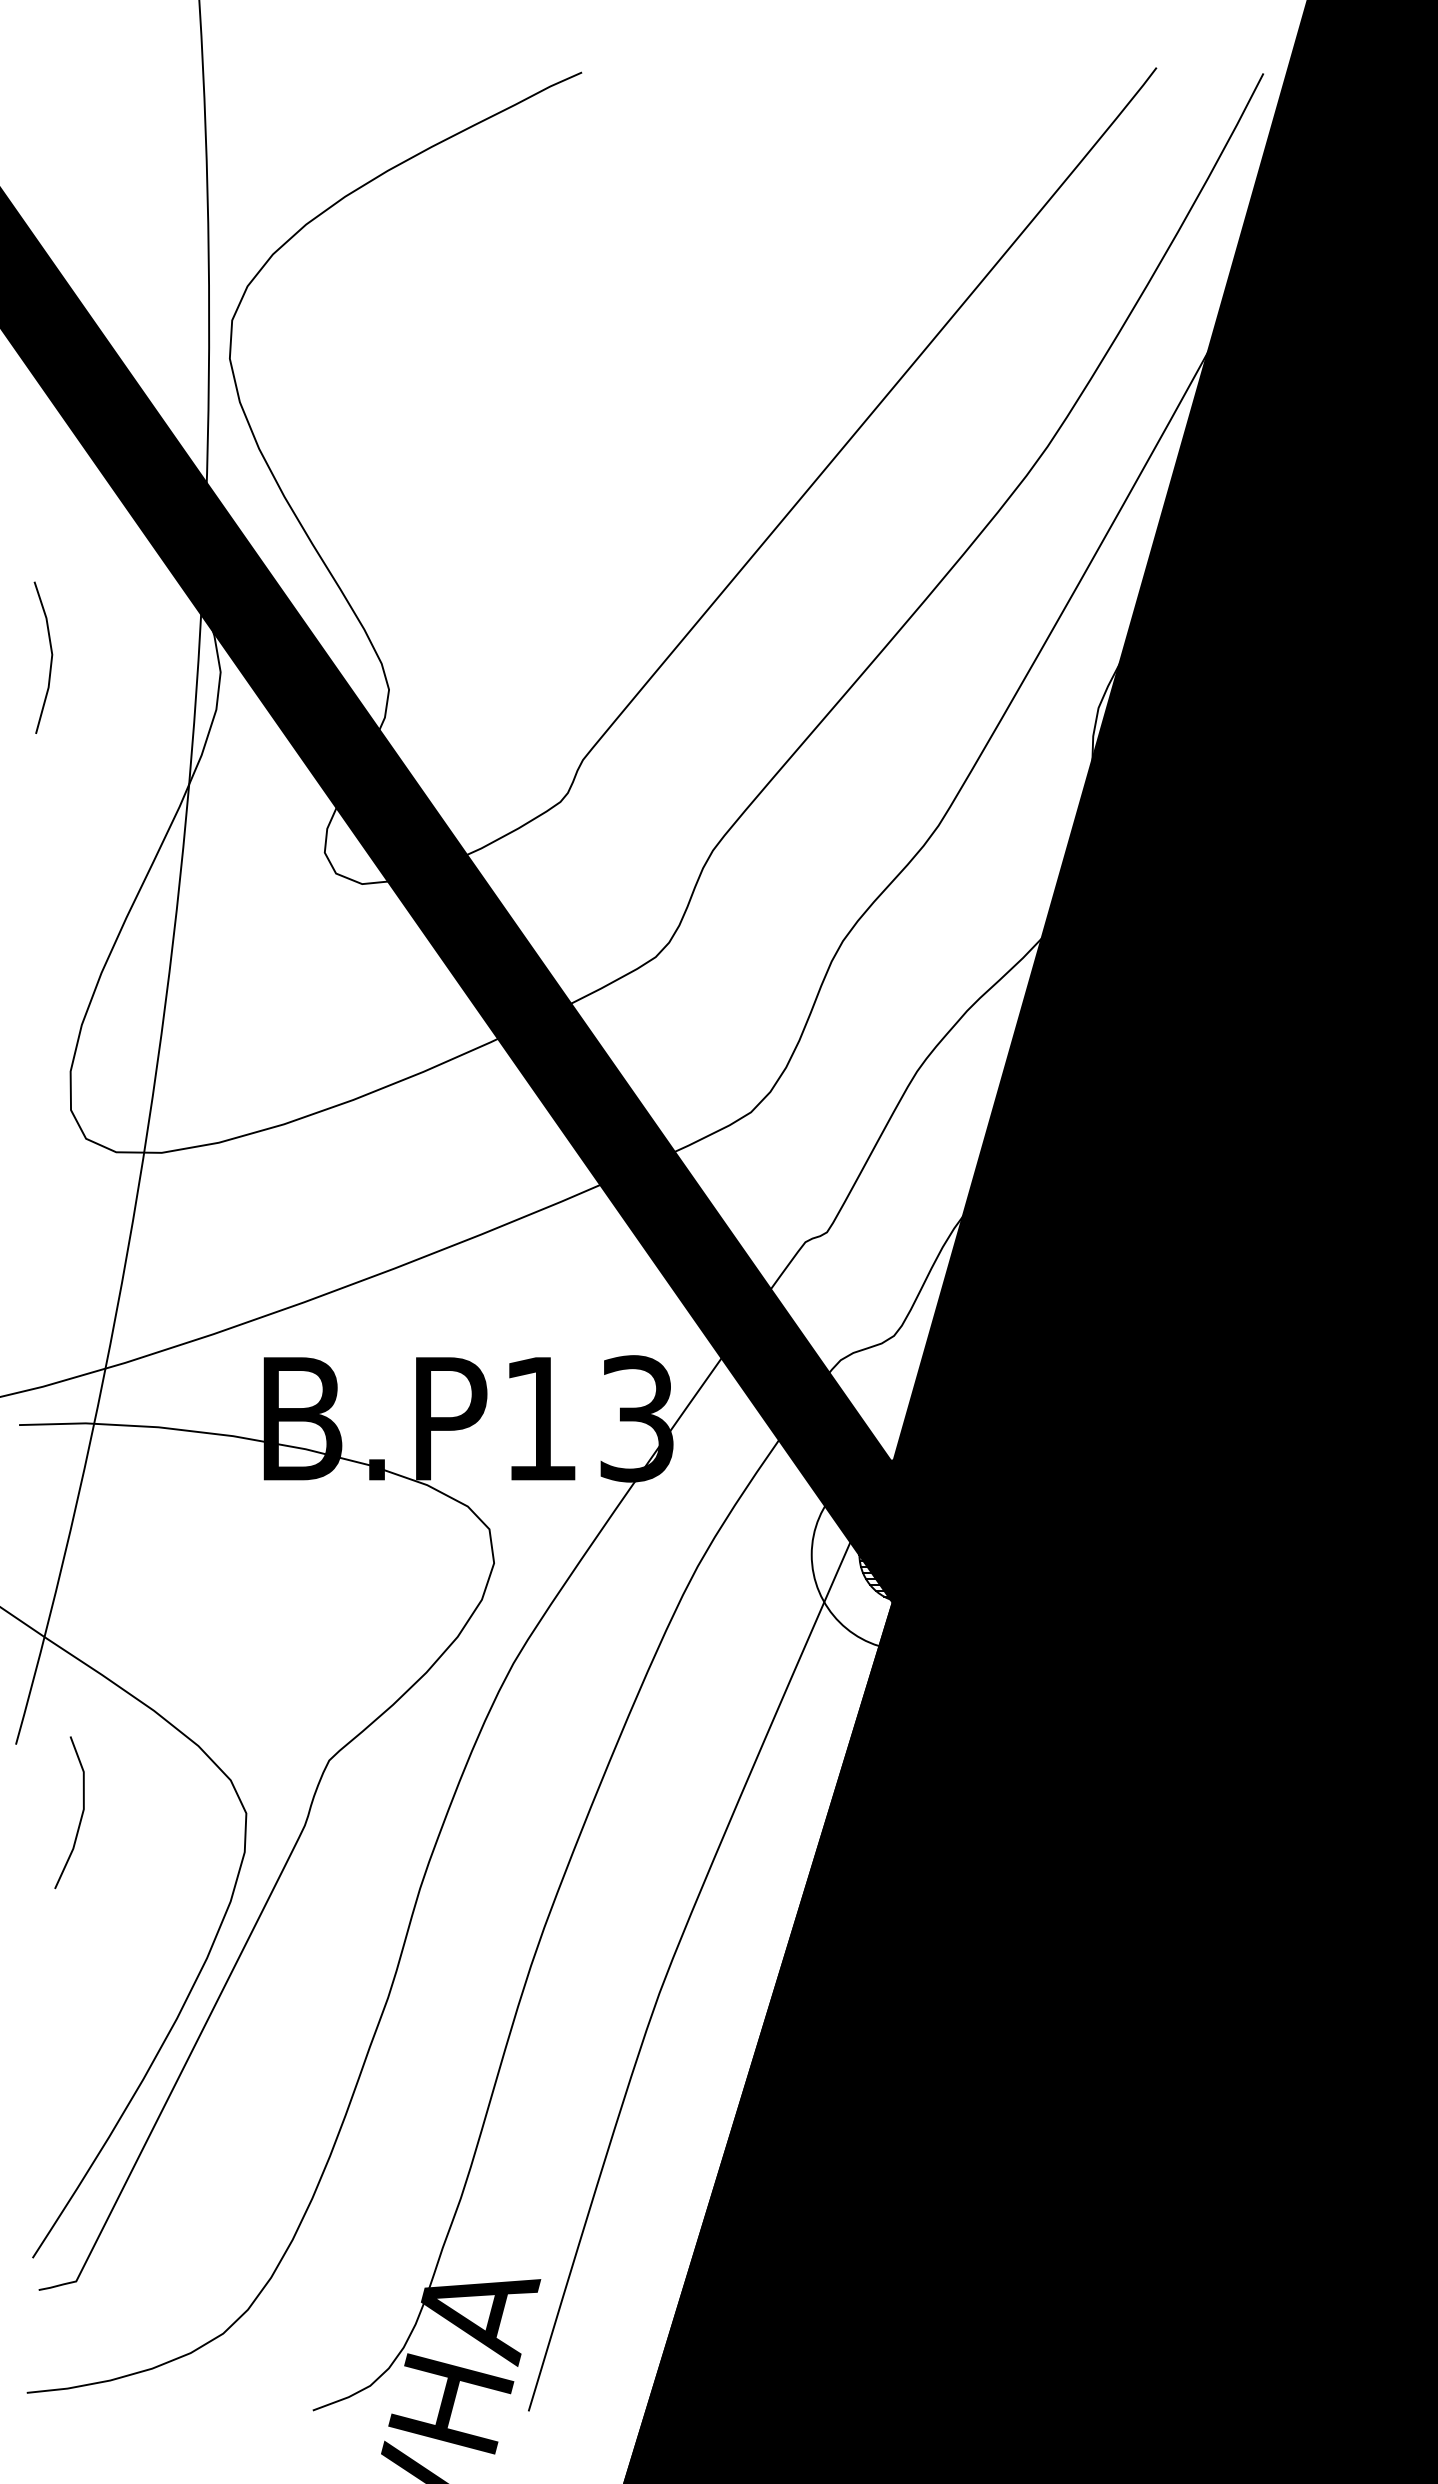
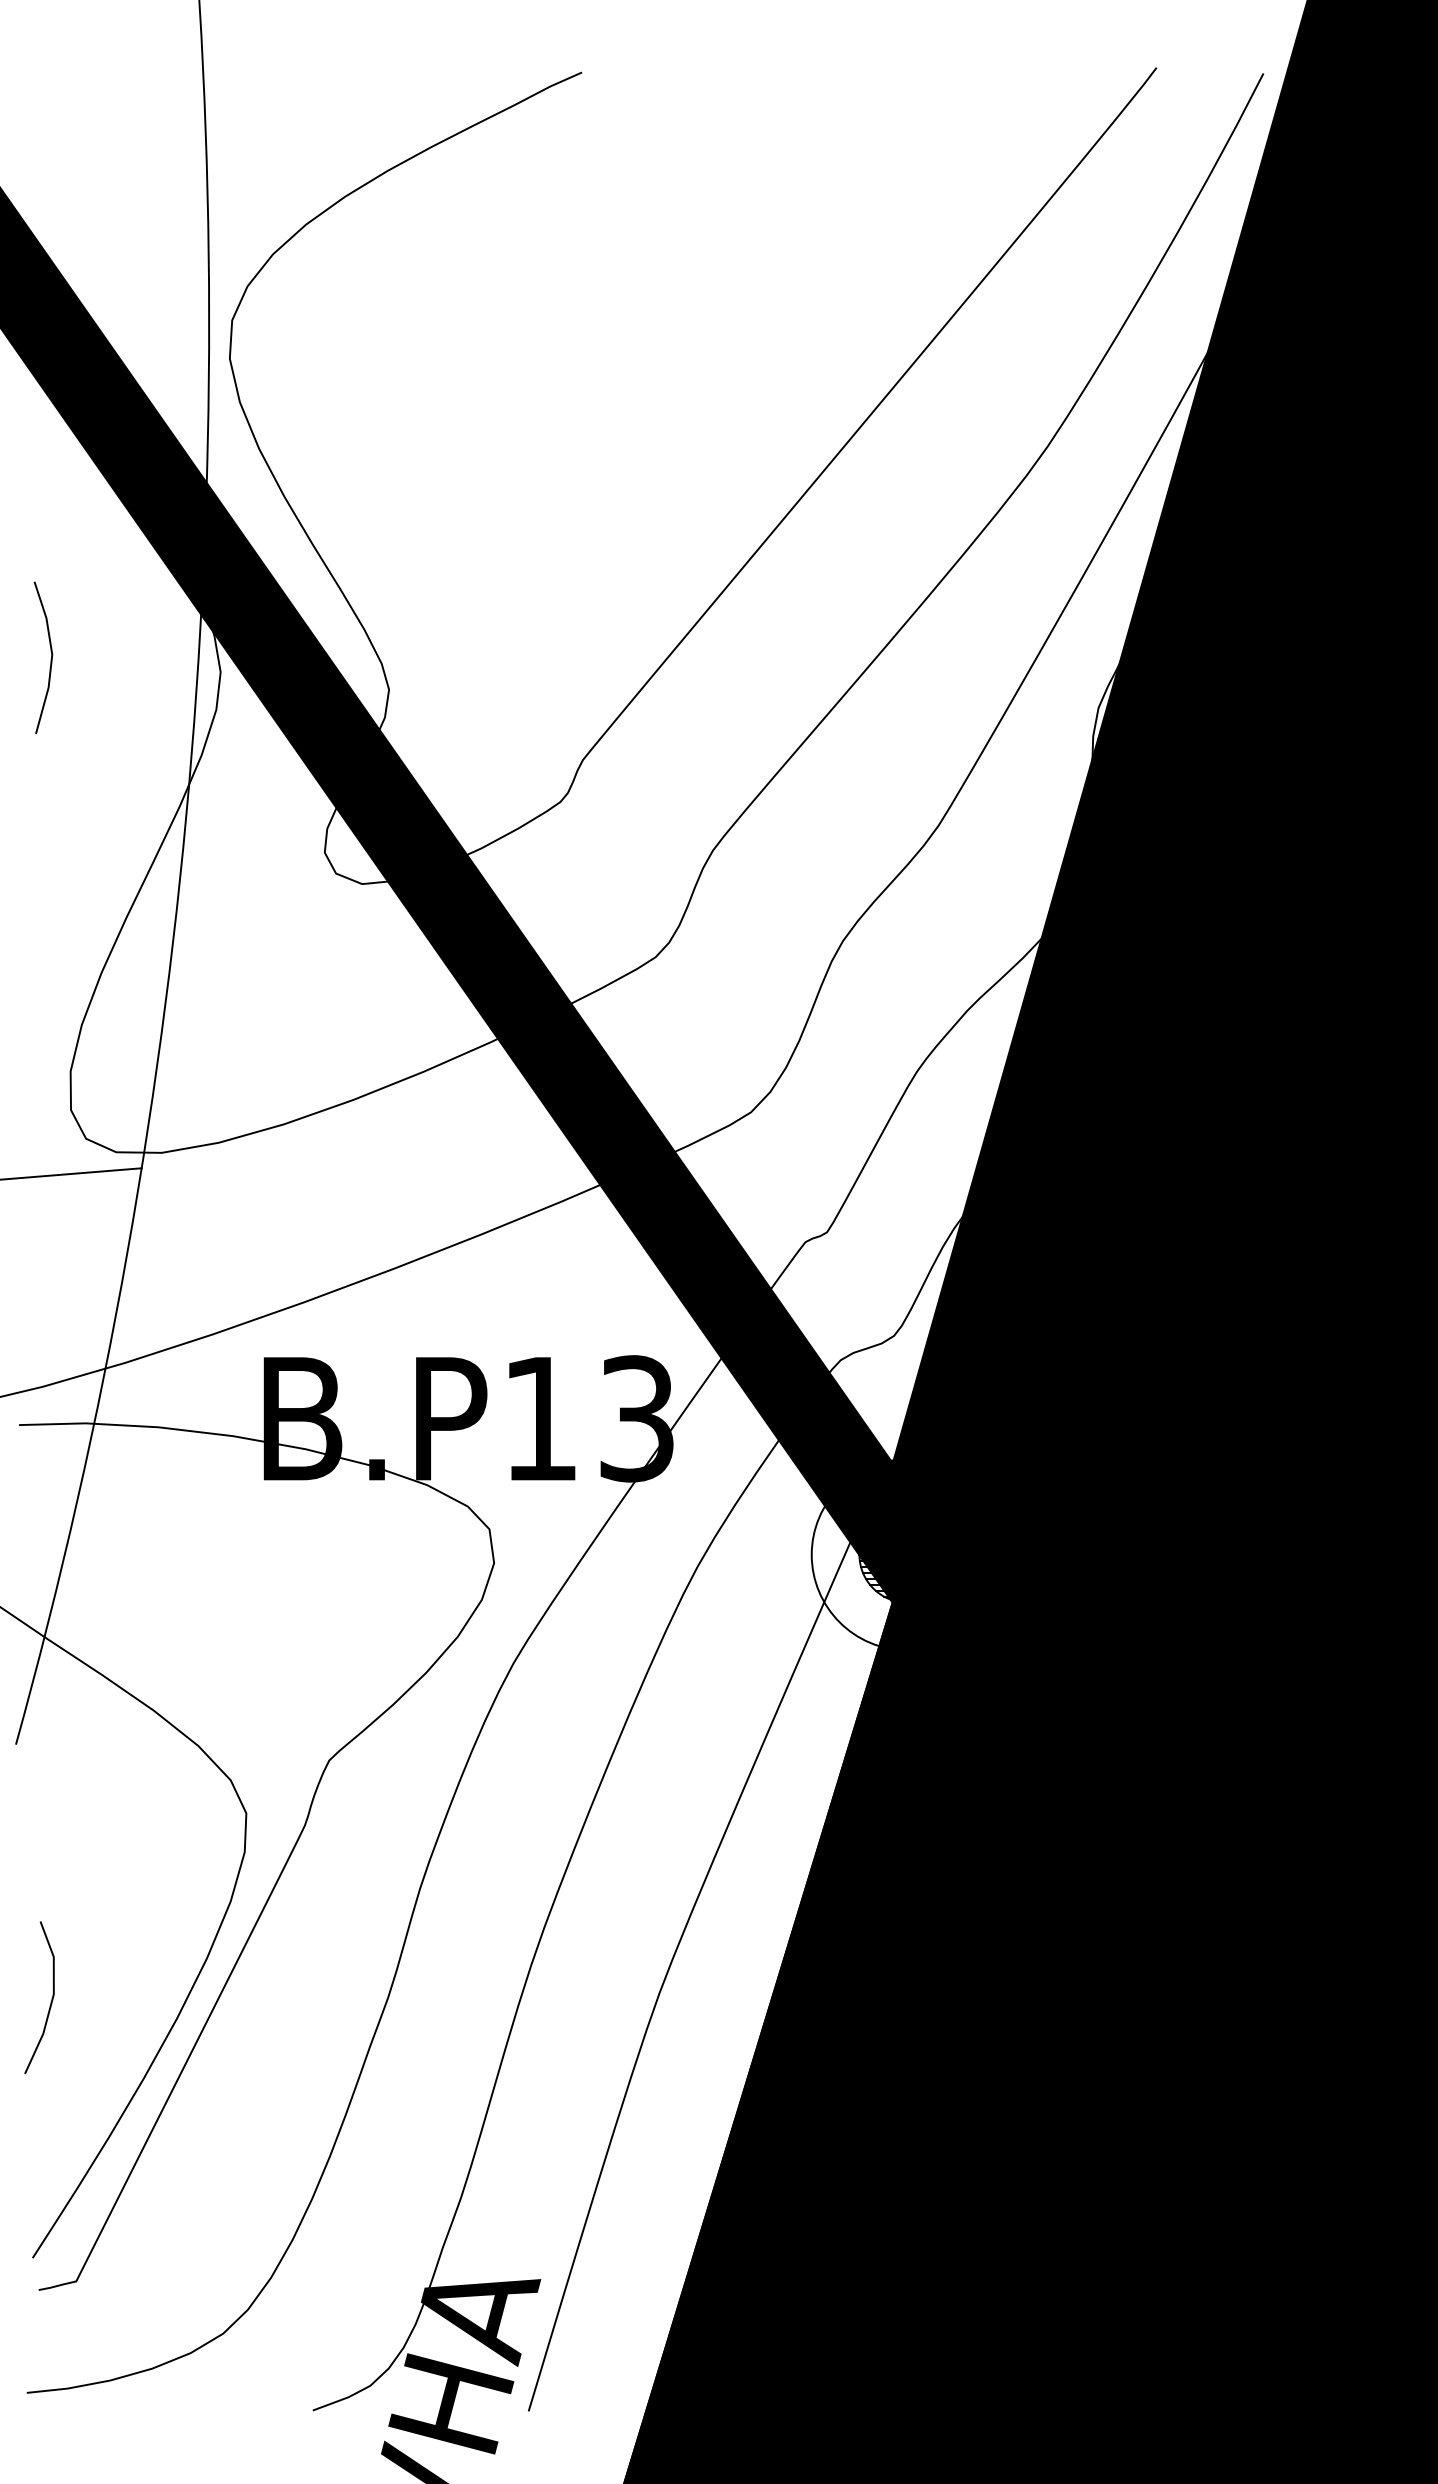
line at (71, 1173): none -> present
line at (81, 1813) position: (81, 1813) -> (51, 1998)
